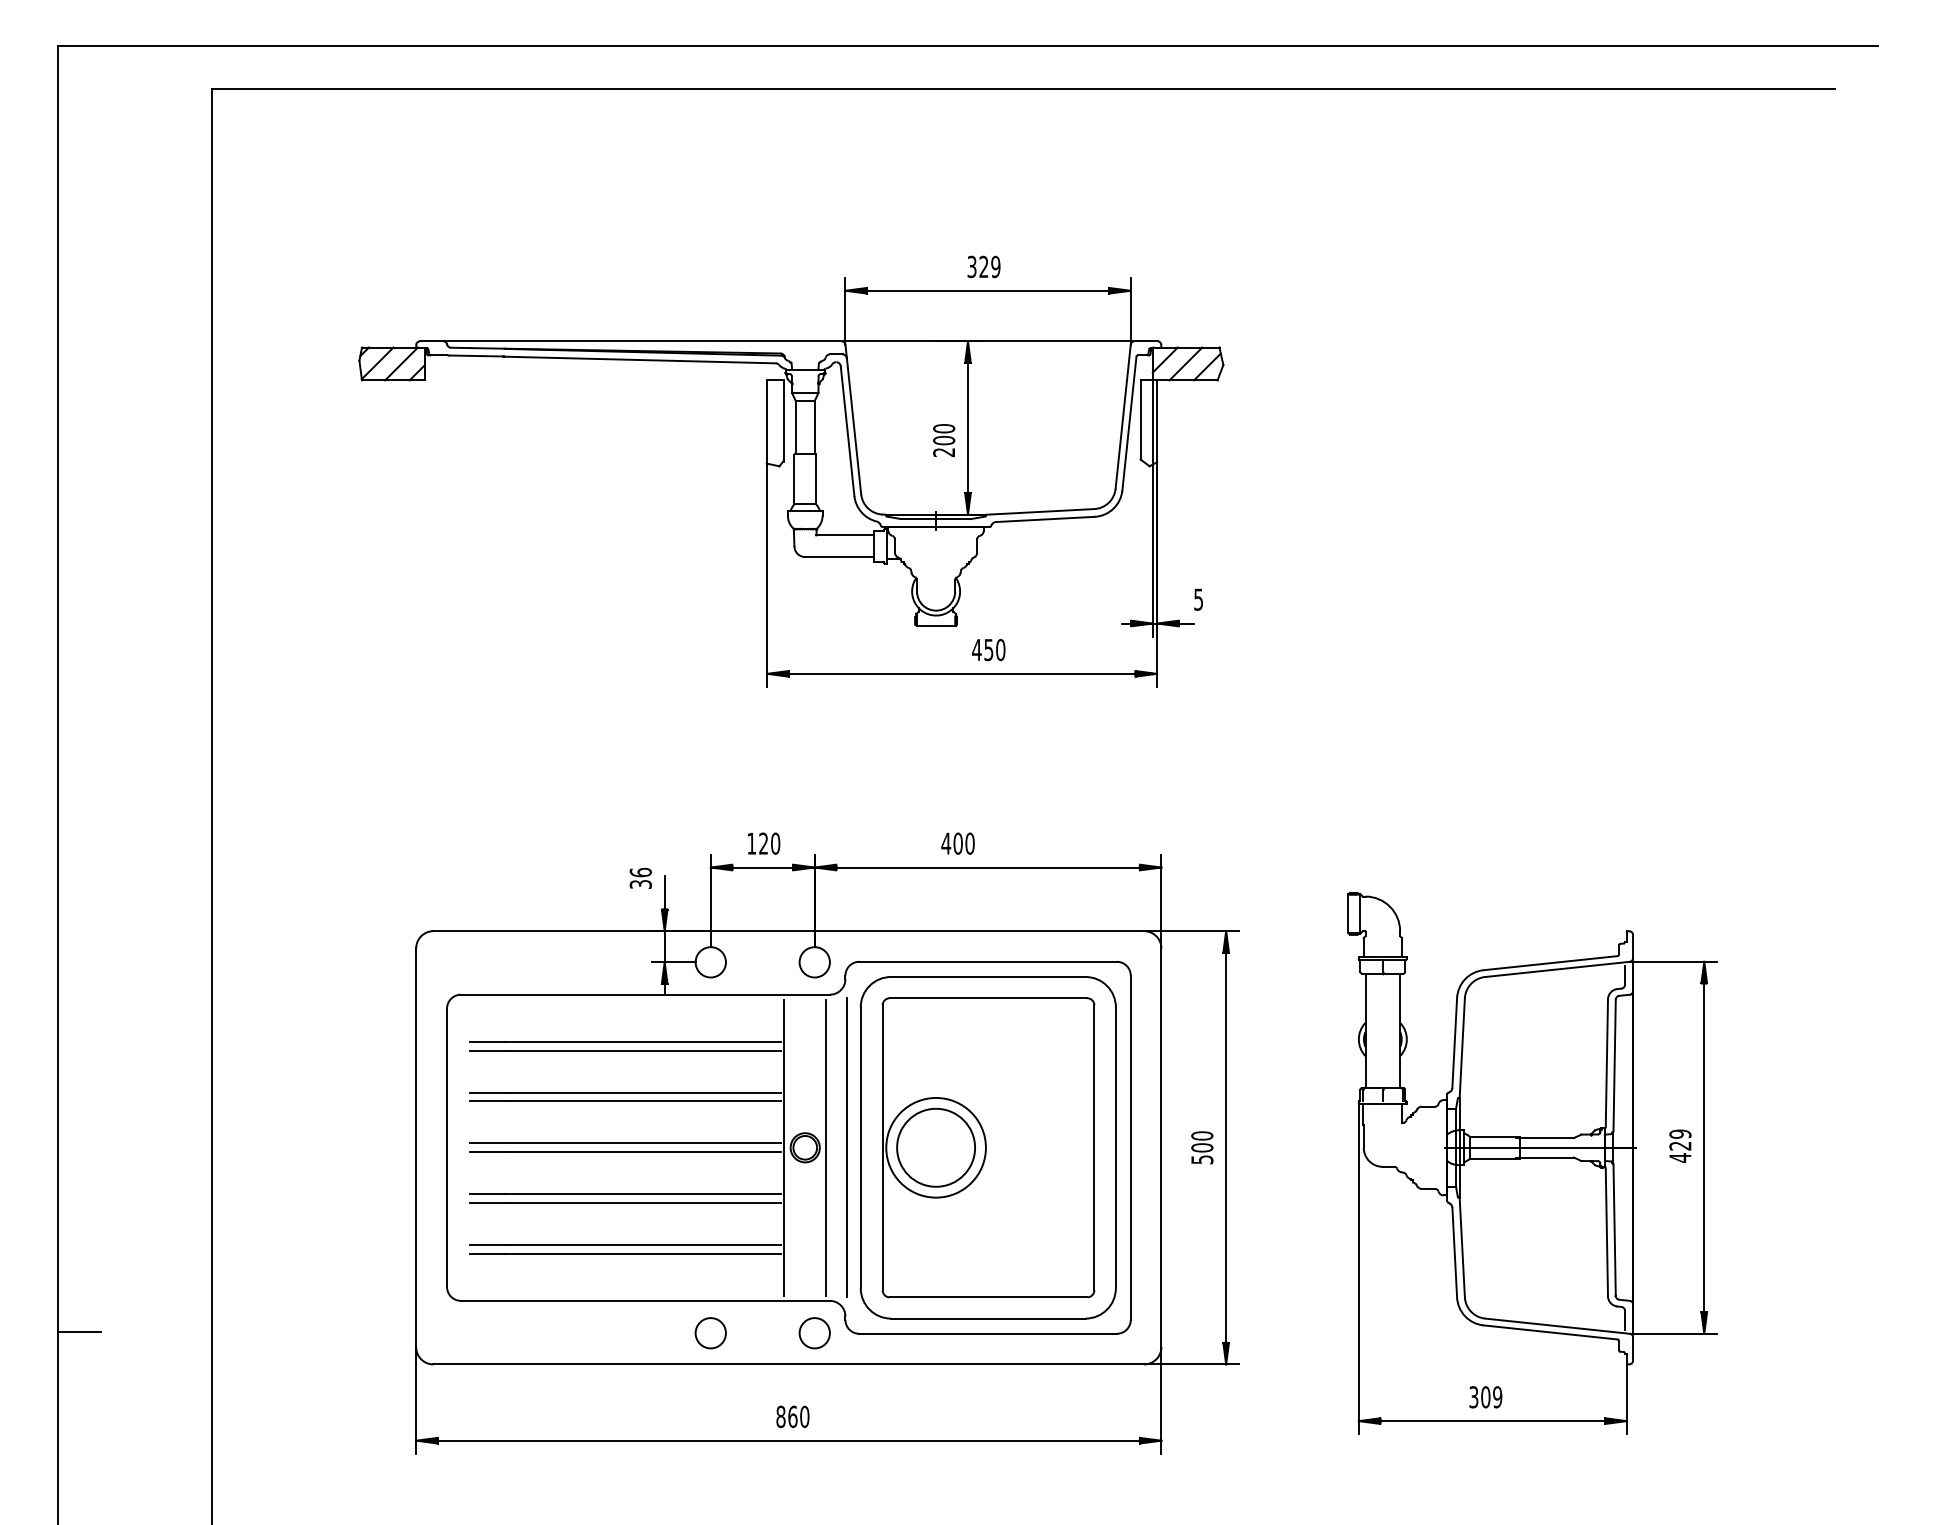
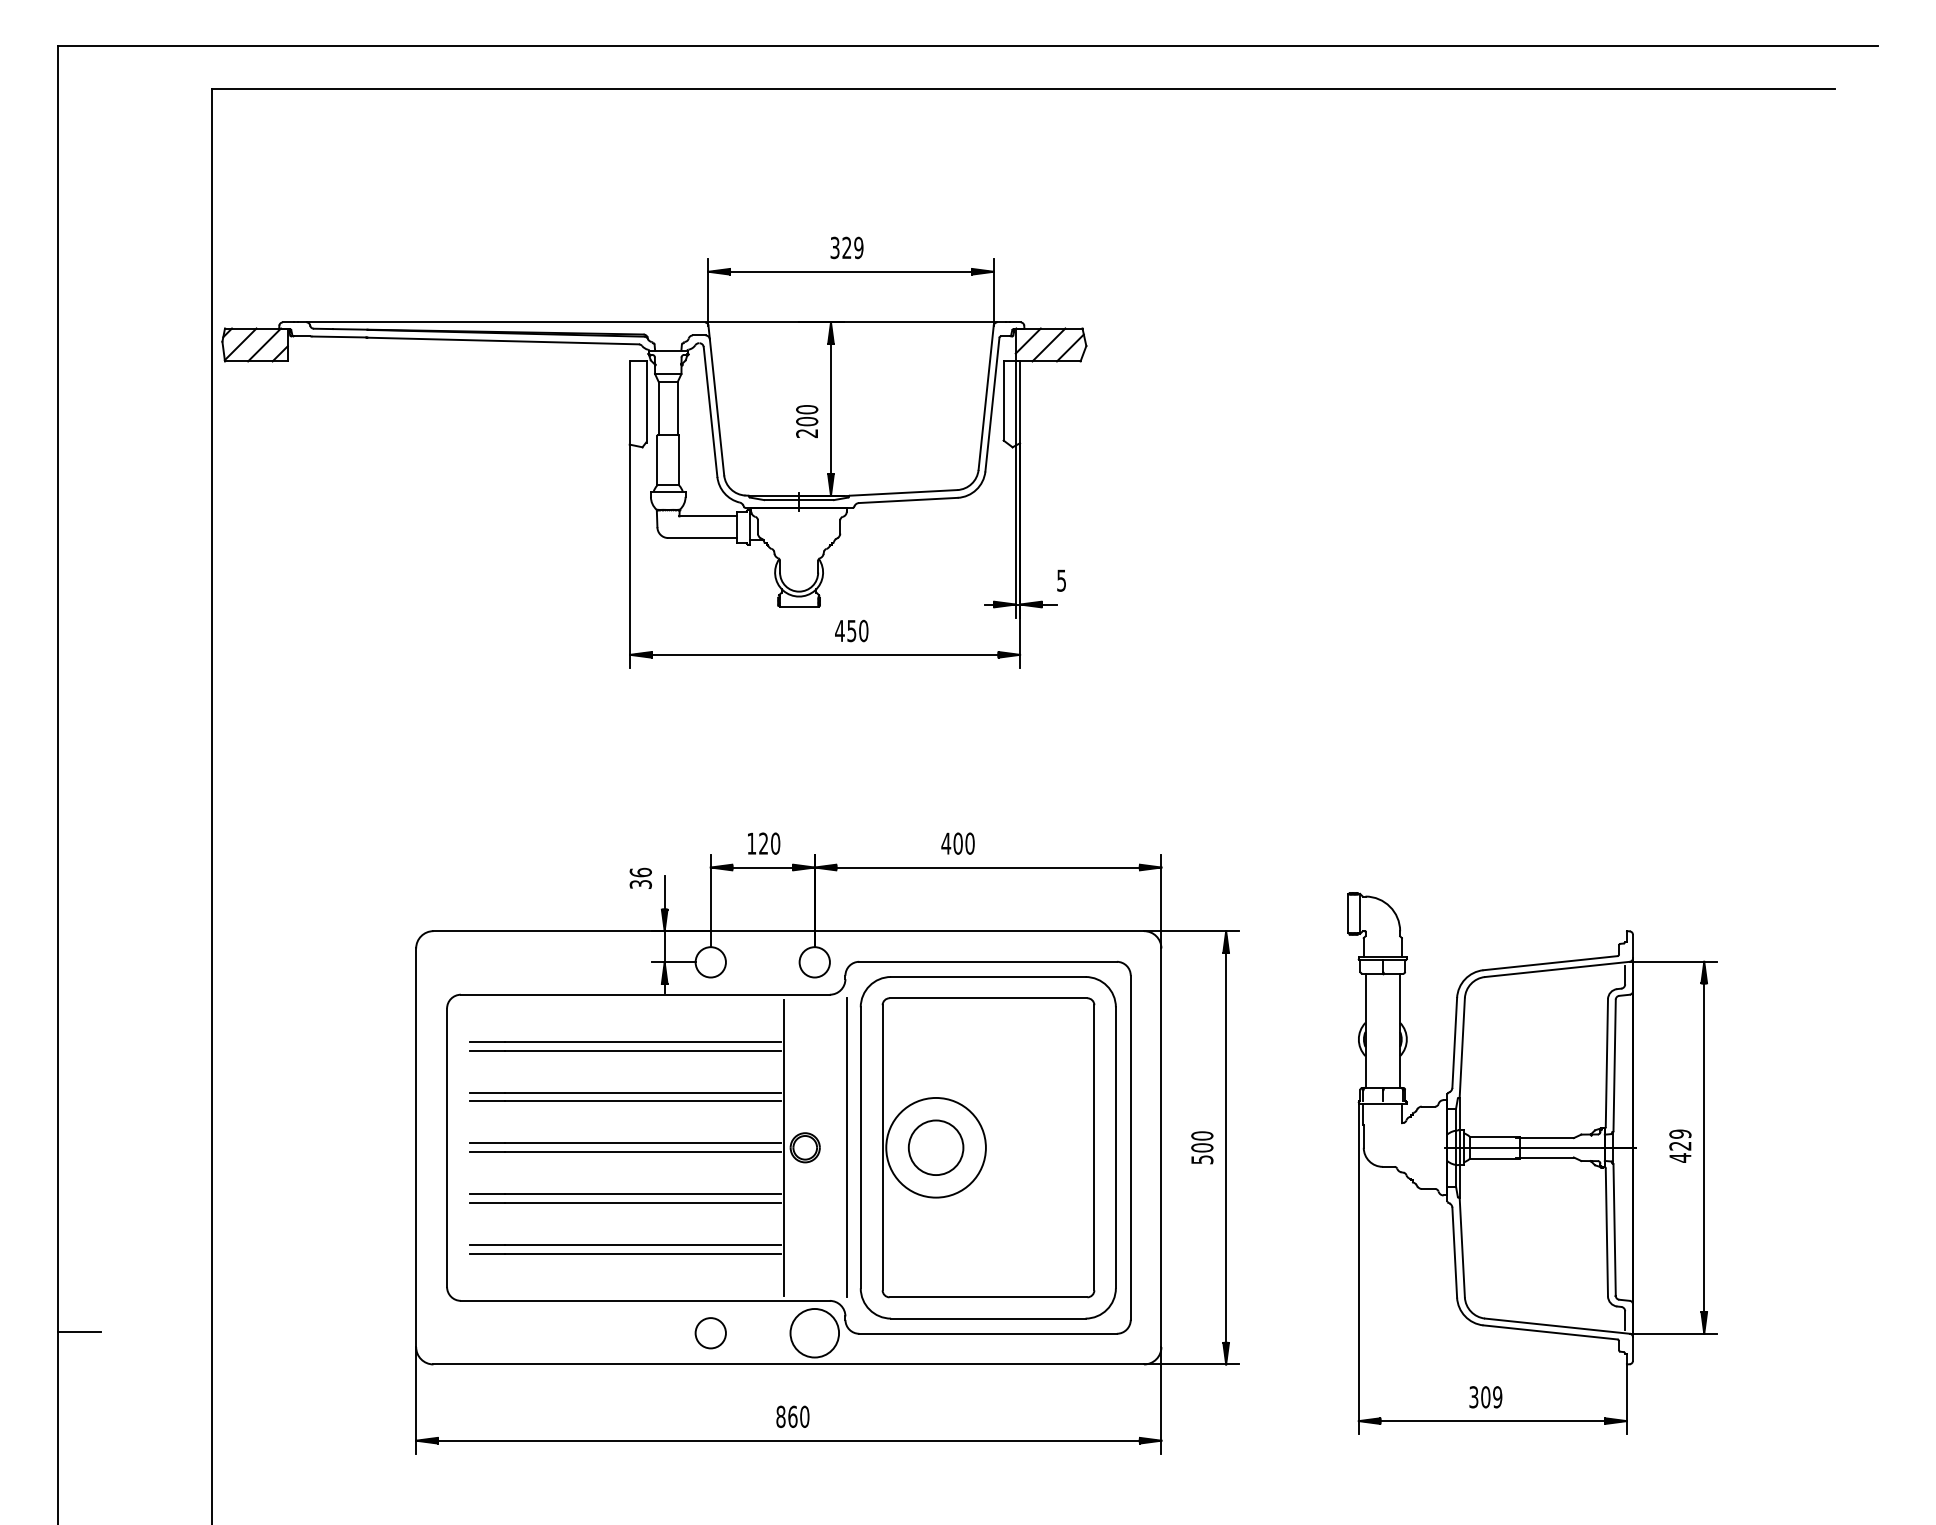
part at (791, 471) position: (791, 471) -> (654, 452)
line at (826, 1147): present -> none
circle at (936, 1147) diameter: 78 px -> 55 px
circle at (814, 1333) diameter: 30 px -> 49 px
